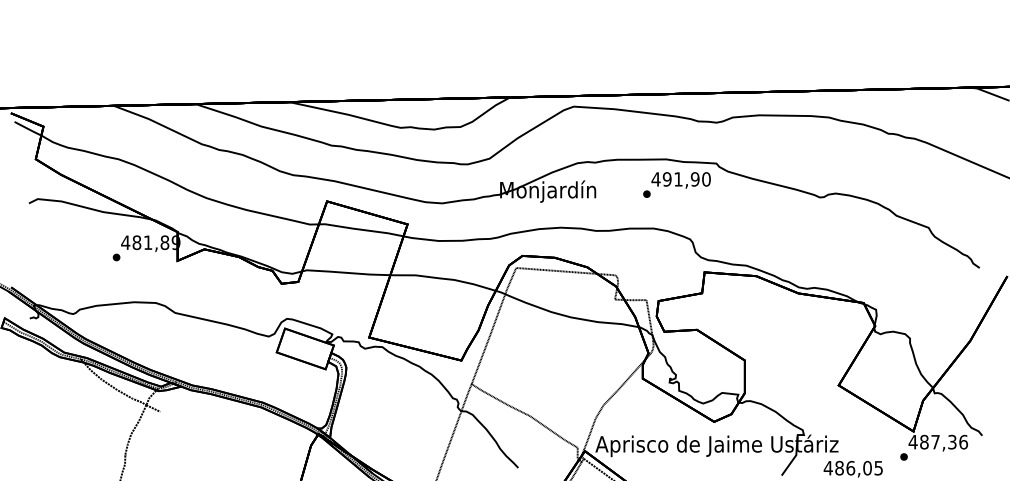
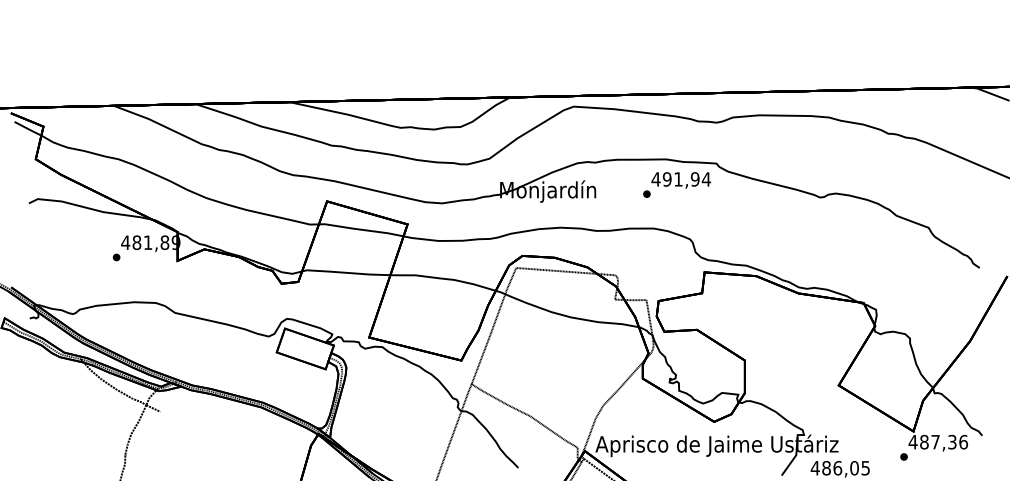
text at (706, 179): 491,90 -> 491,94
text at (852, 468) position: (852, 468) -> (839, 468)
